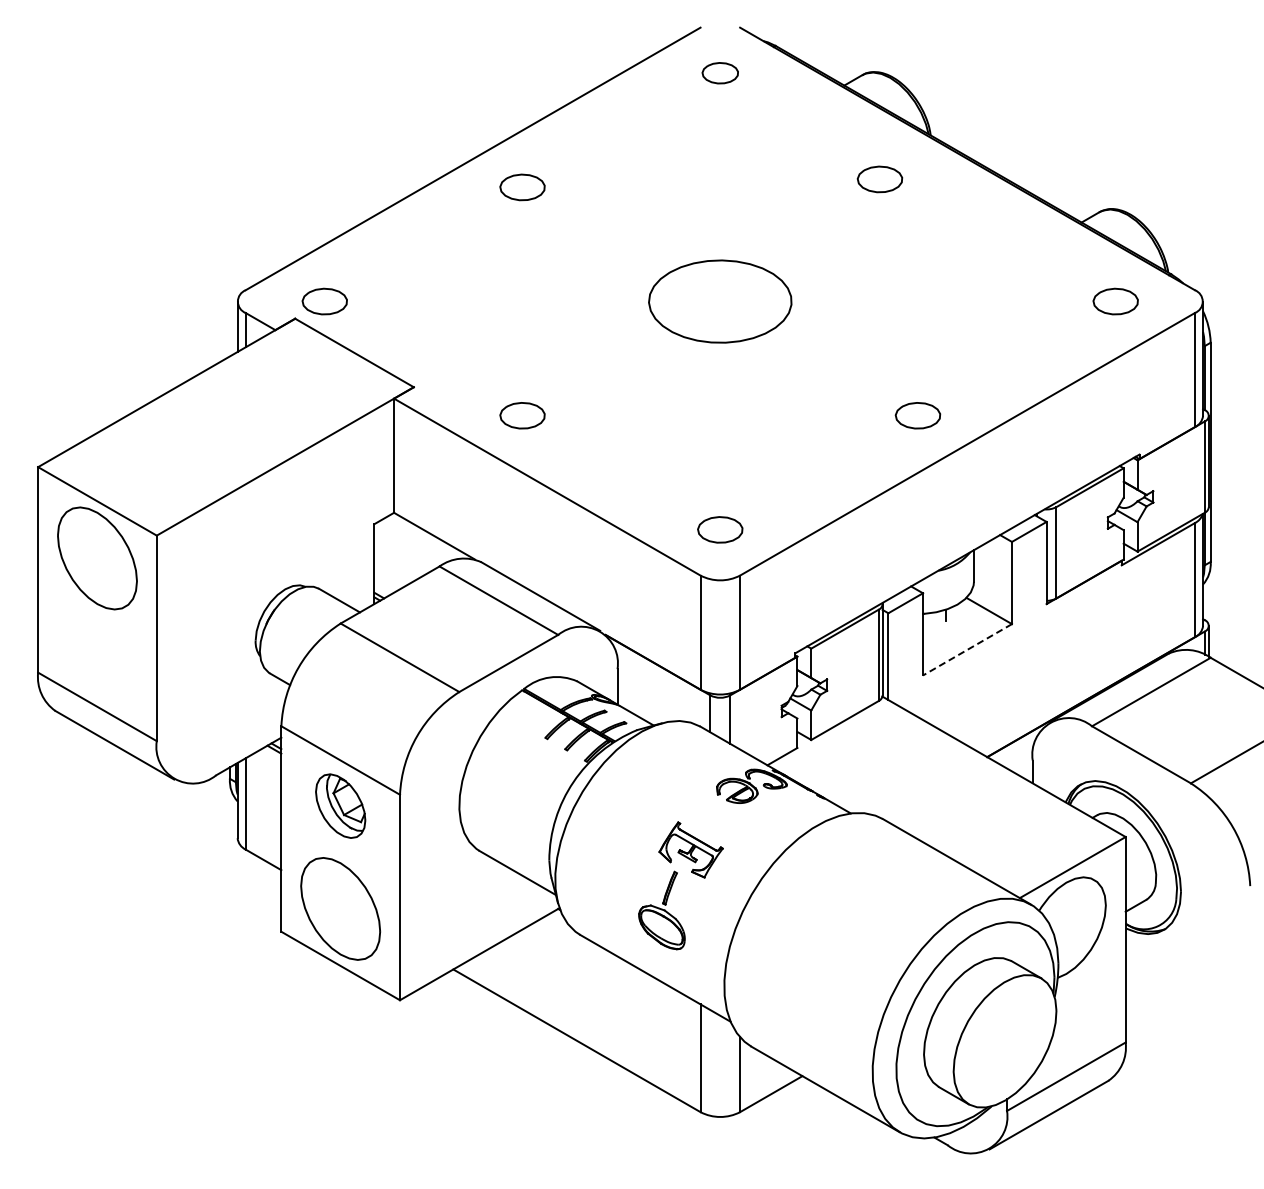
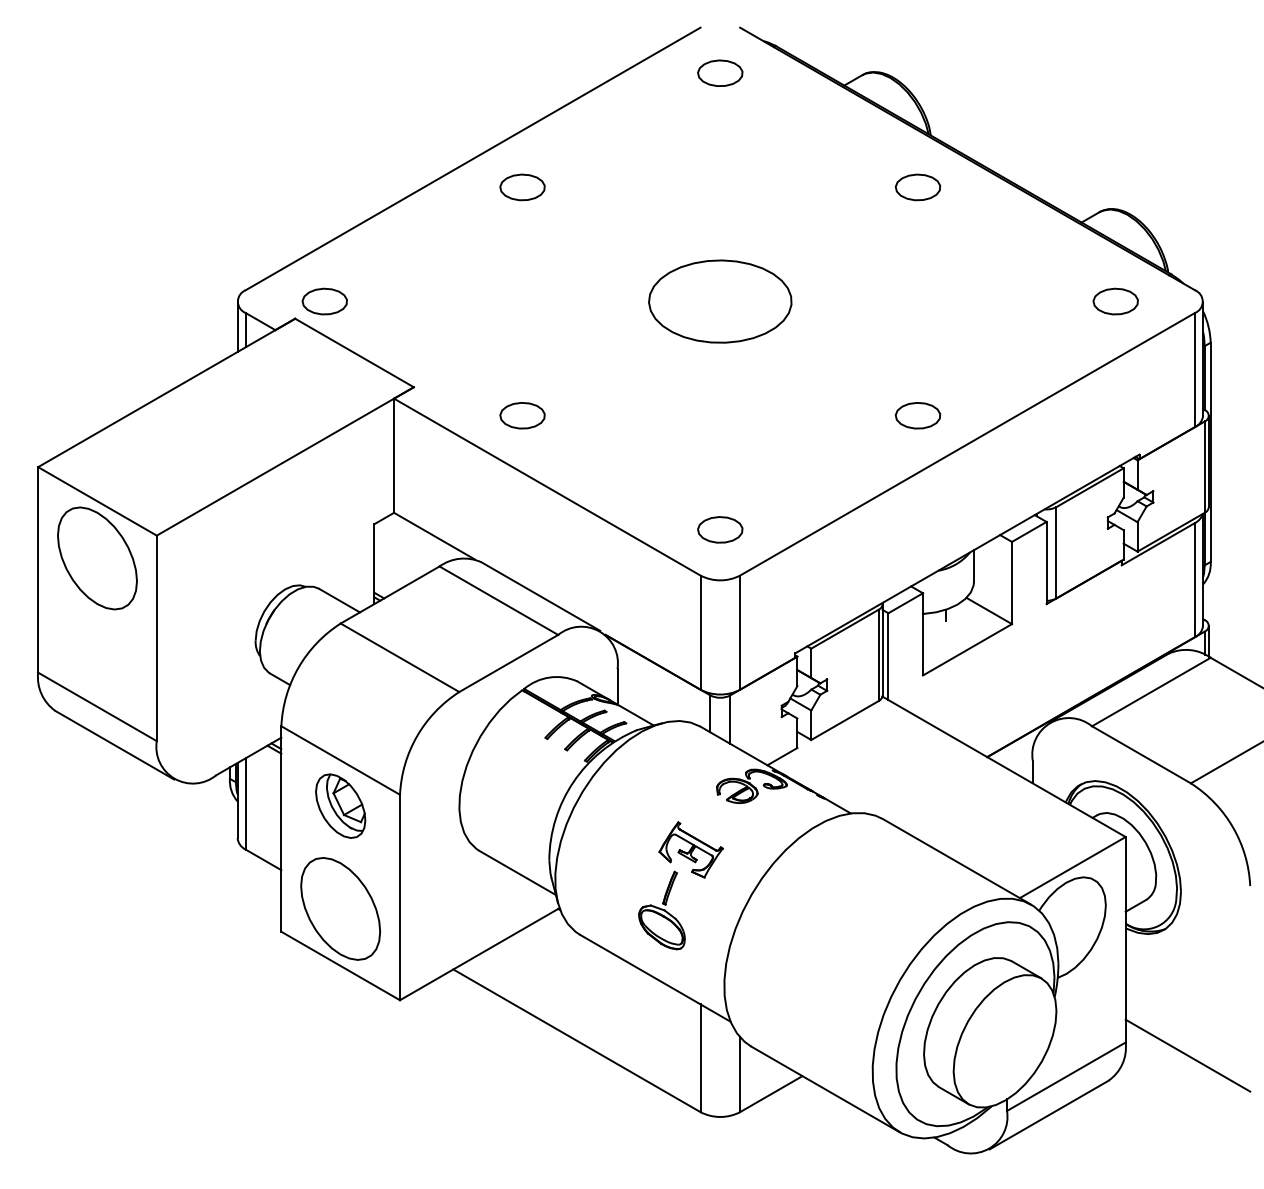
part at (719, 73) size: 38x23 px -> 47x28 px
part at (879, 179) position: (879, 179) -> (917, 187)
line at (967, 650): dashed -> solid
line at (1187, 1055): none -> present
